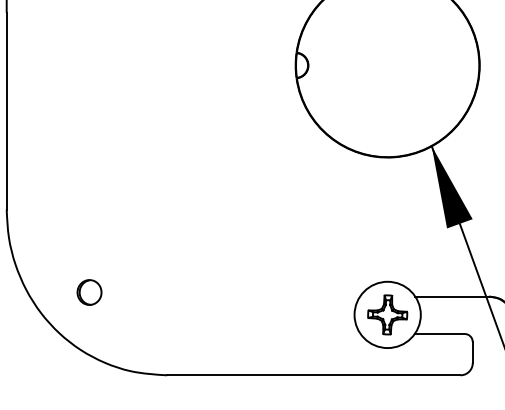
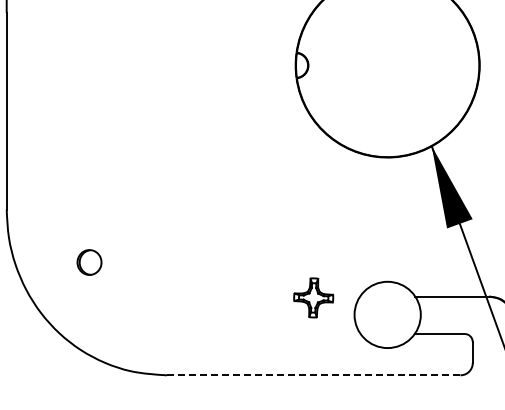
part at (89, 292) position: (89, 292) -> (89, 262)
part at (387, 314) position: (387, 314) -> (313, 297)
line at (313, 375): solid -> dashed
